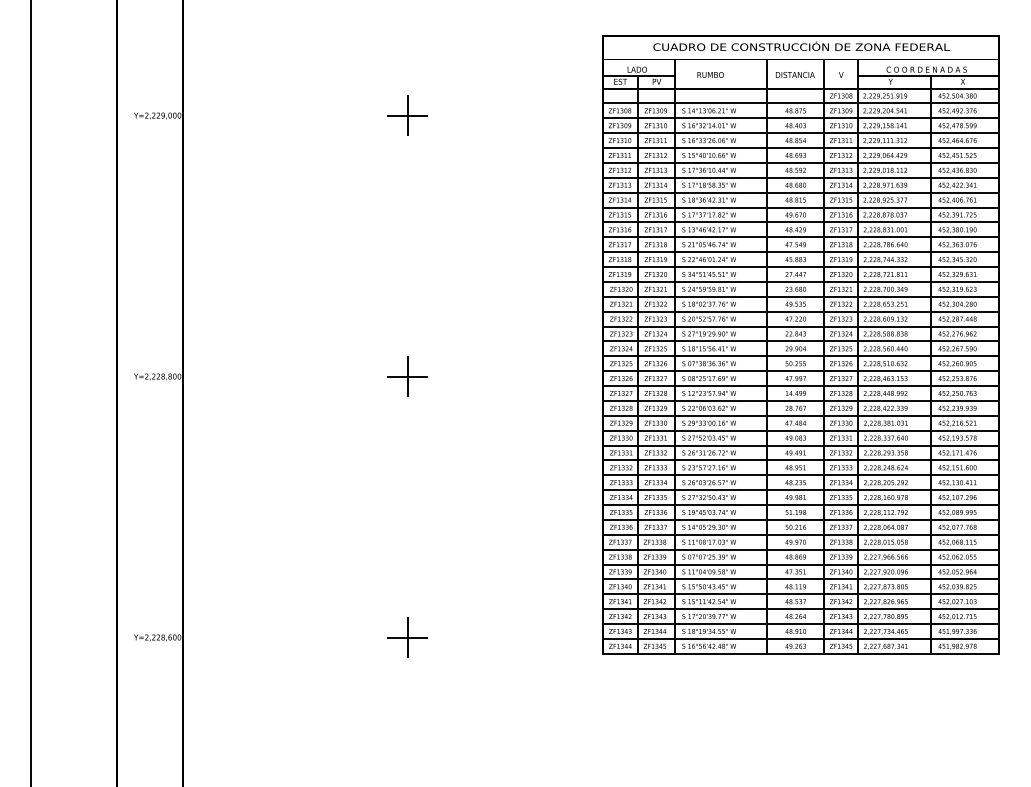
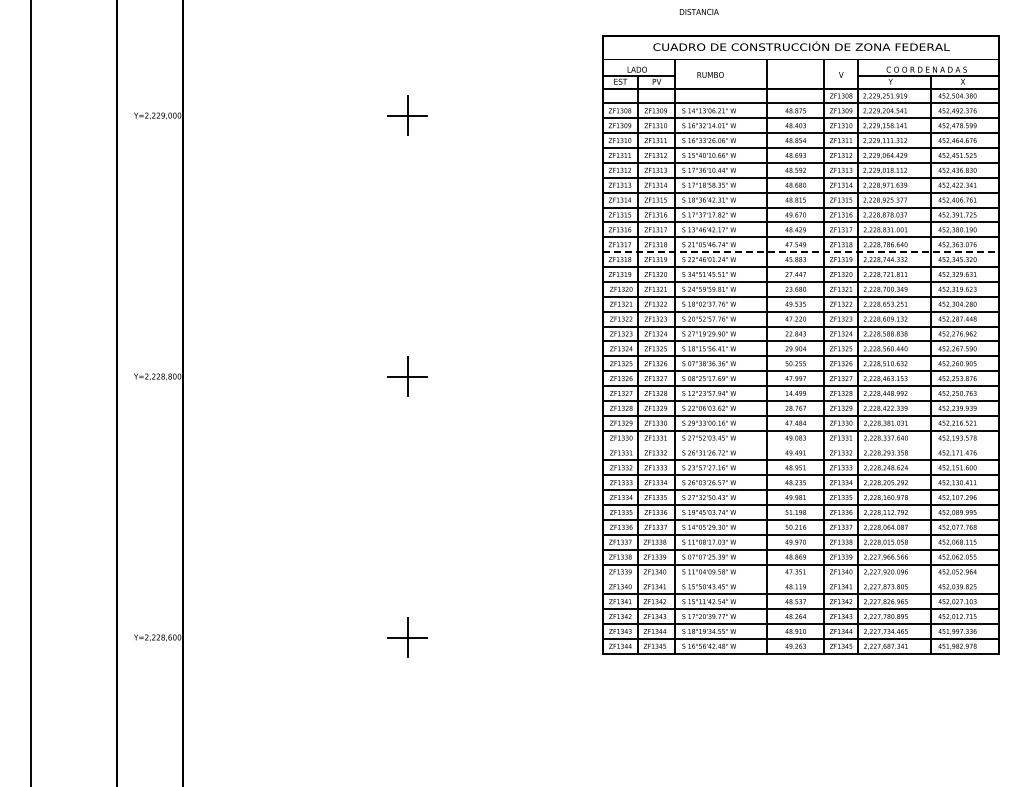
text at (794, 74) position: (794, 74) -> (698, 11)
line at (801, 252): solid -> dashed
line at (800, 445): present -> none
line at (800, 579): present -> none
